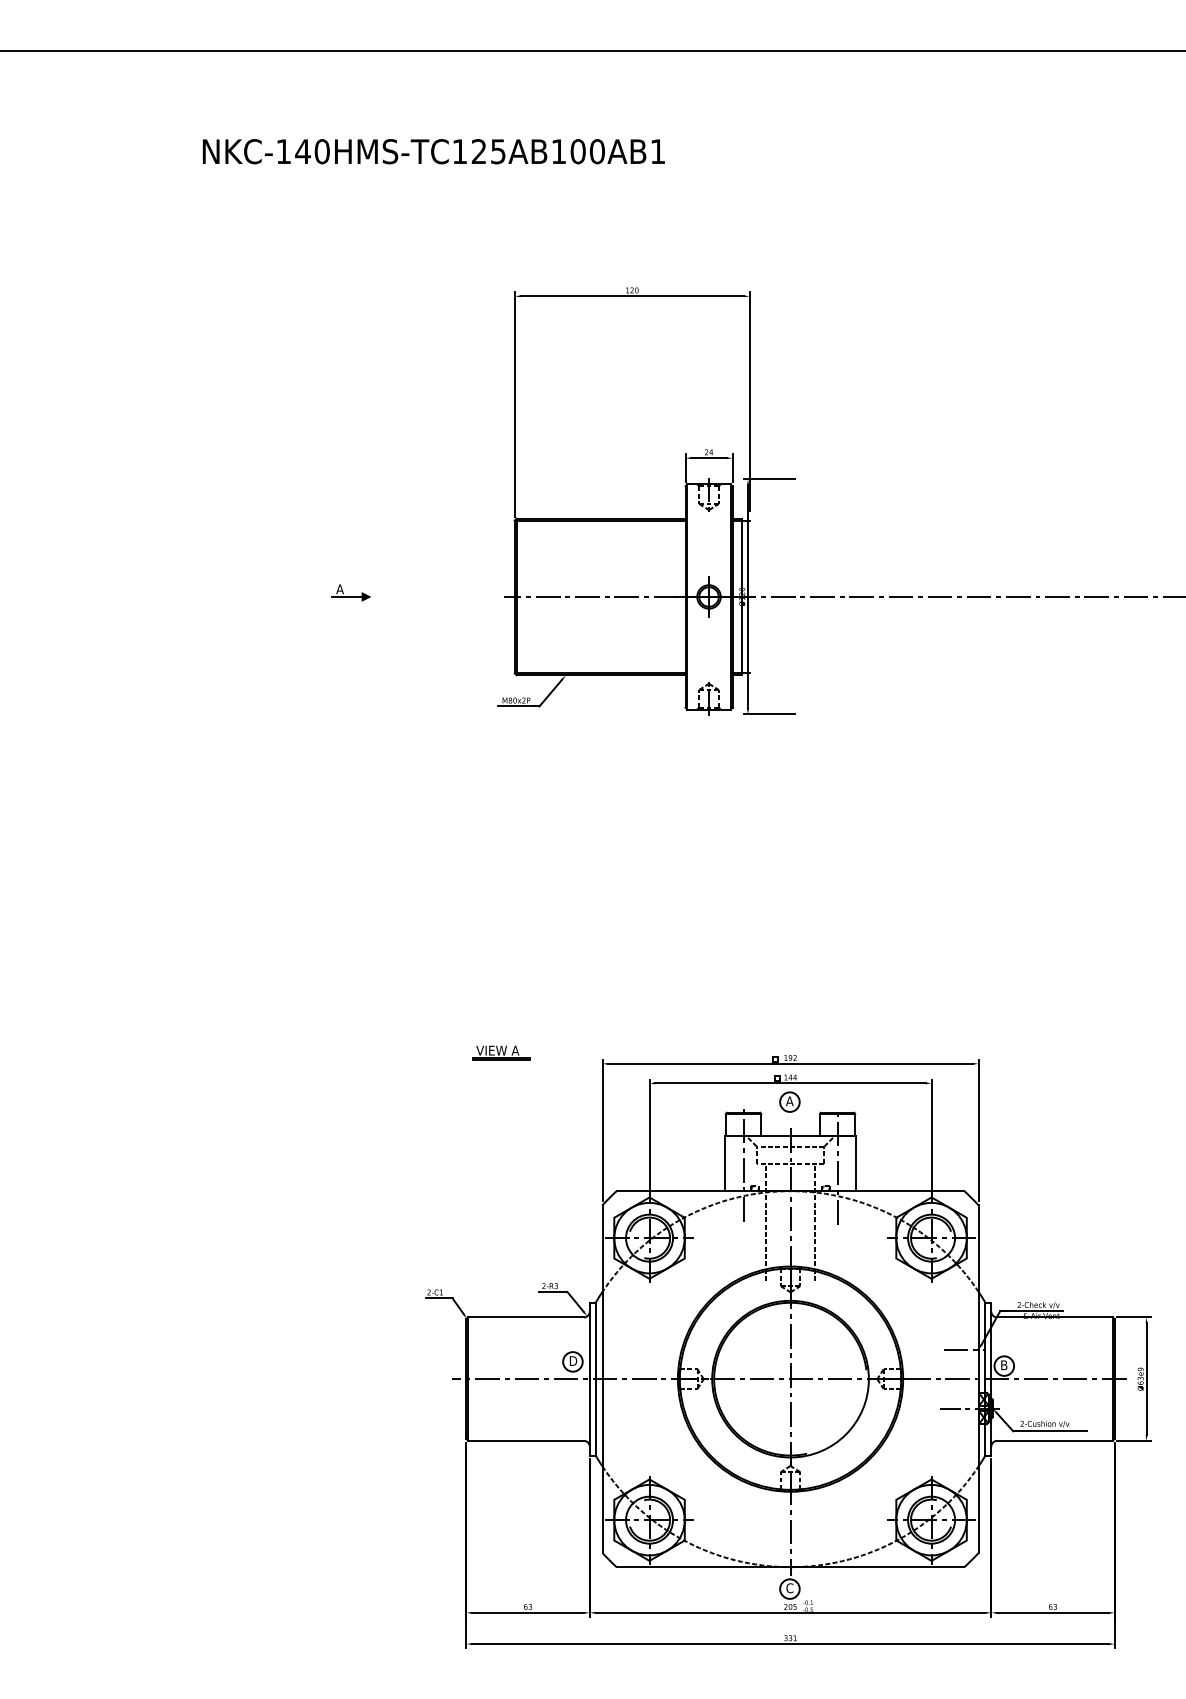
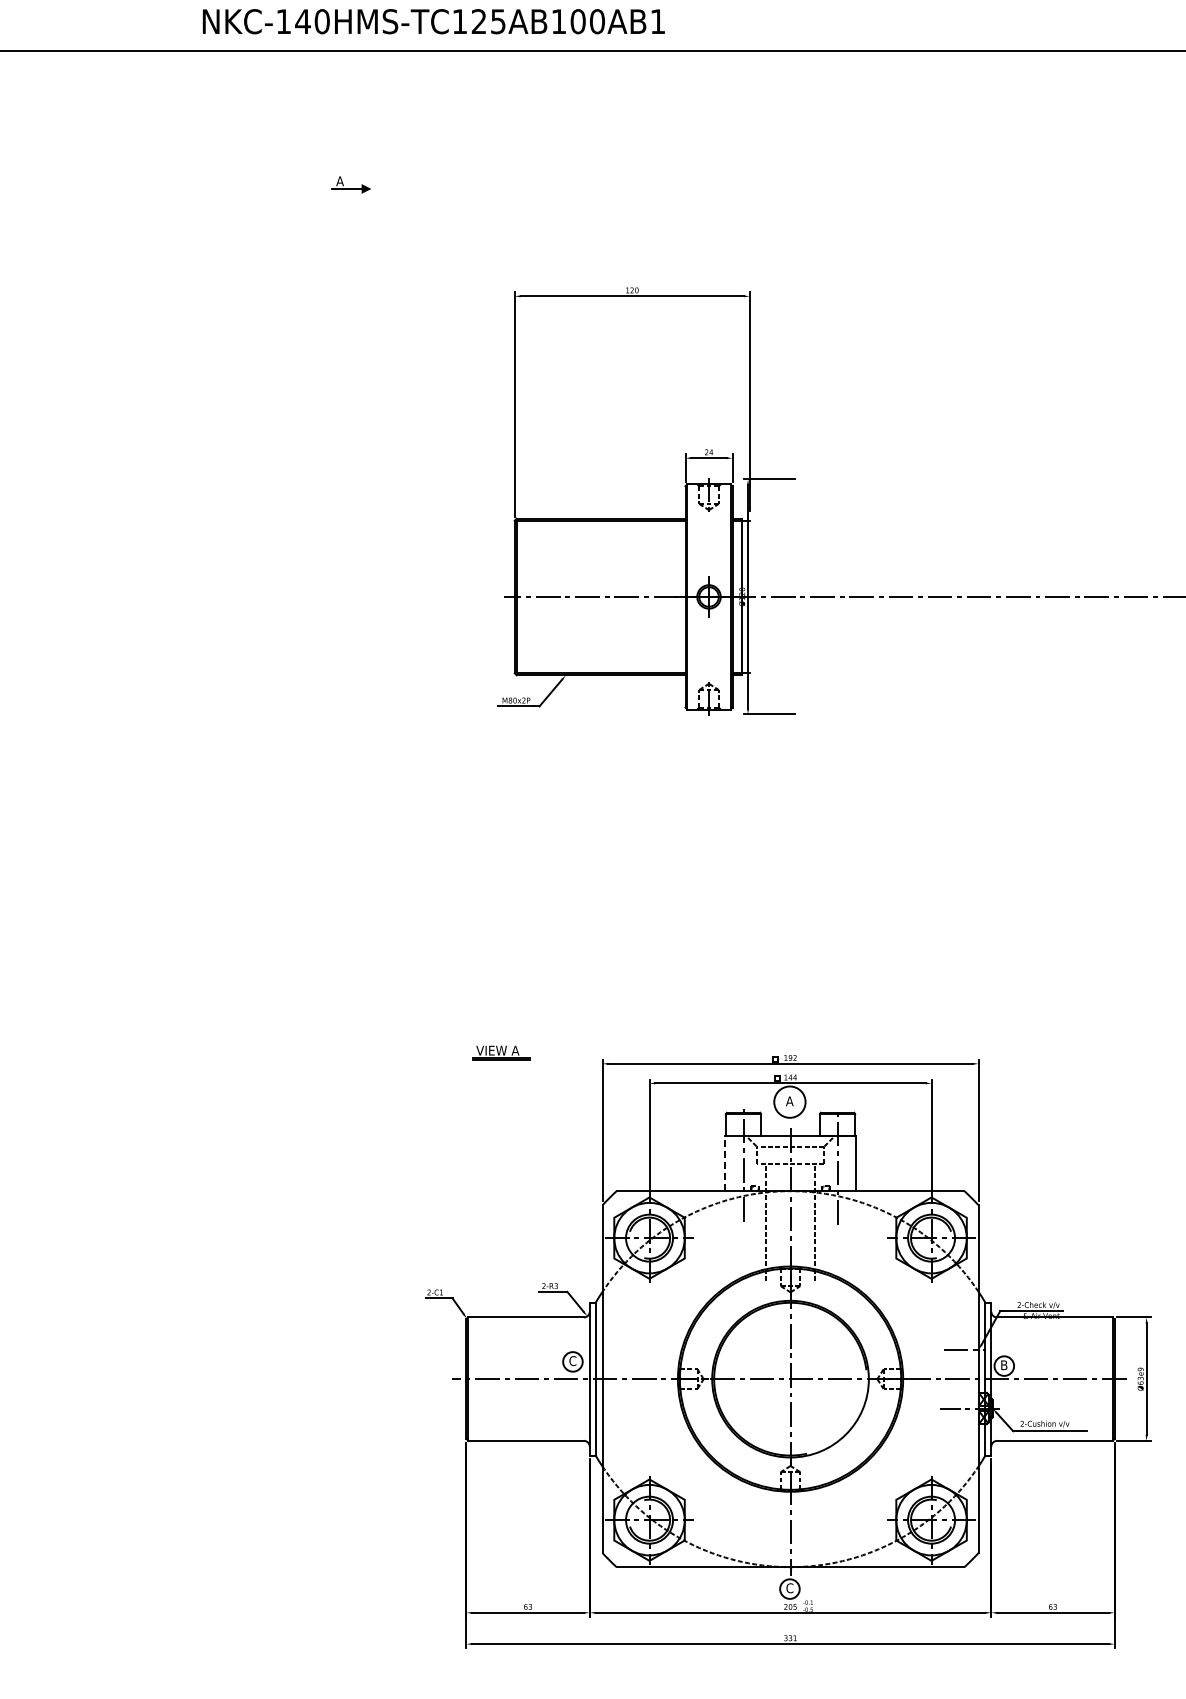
text at (433, 151) position: (433, 151) -> (433, 21)
part at (350, 592) position: (350, 592) -> (350, 184)
circle at (789, 1101) diameter: 20 px -> 31 px
line at (724, 1163): solid -> dashed
text at (573, 1361): D -> C
